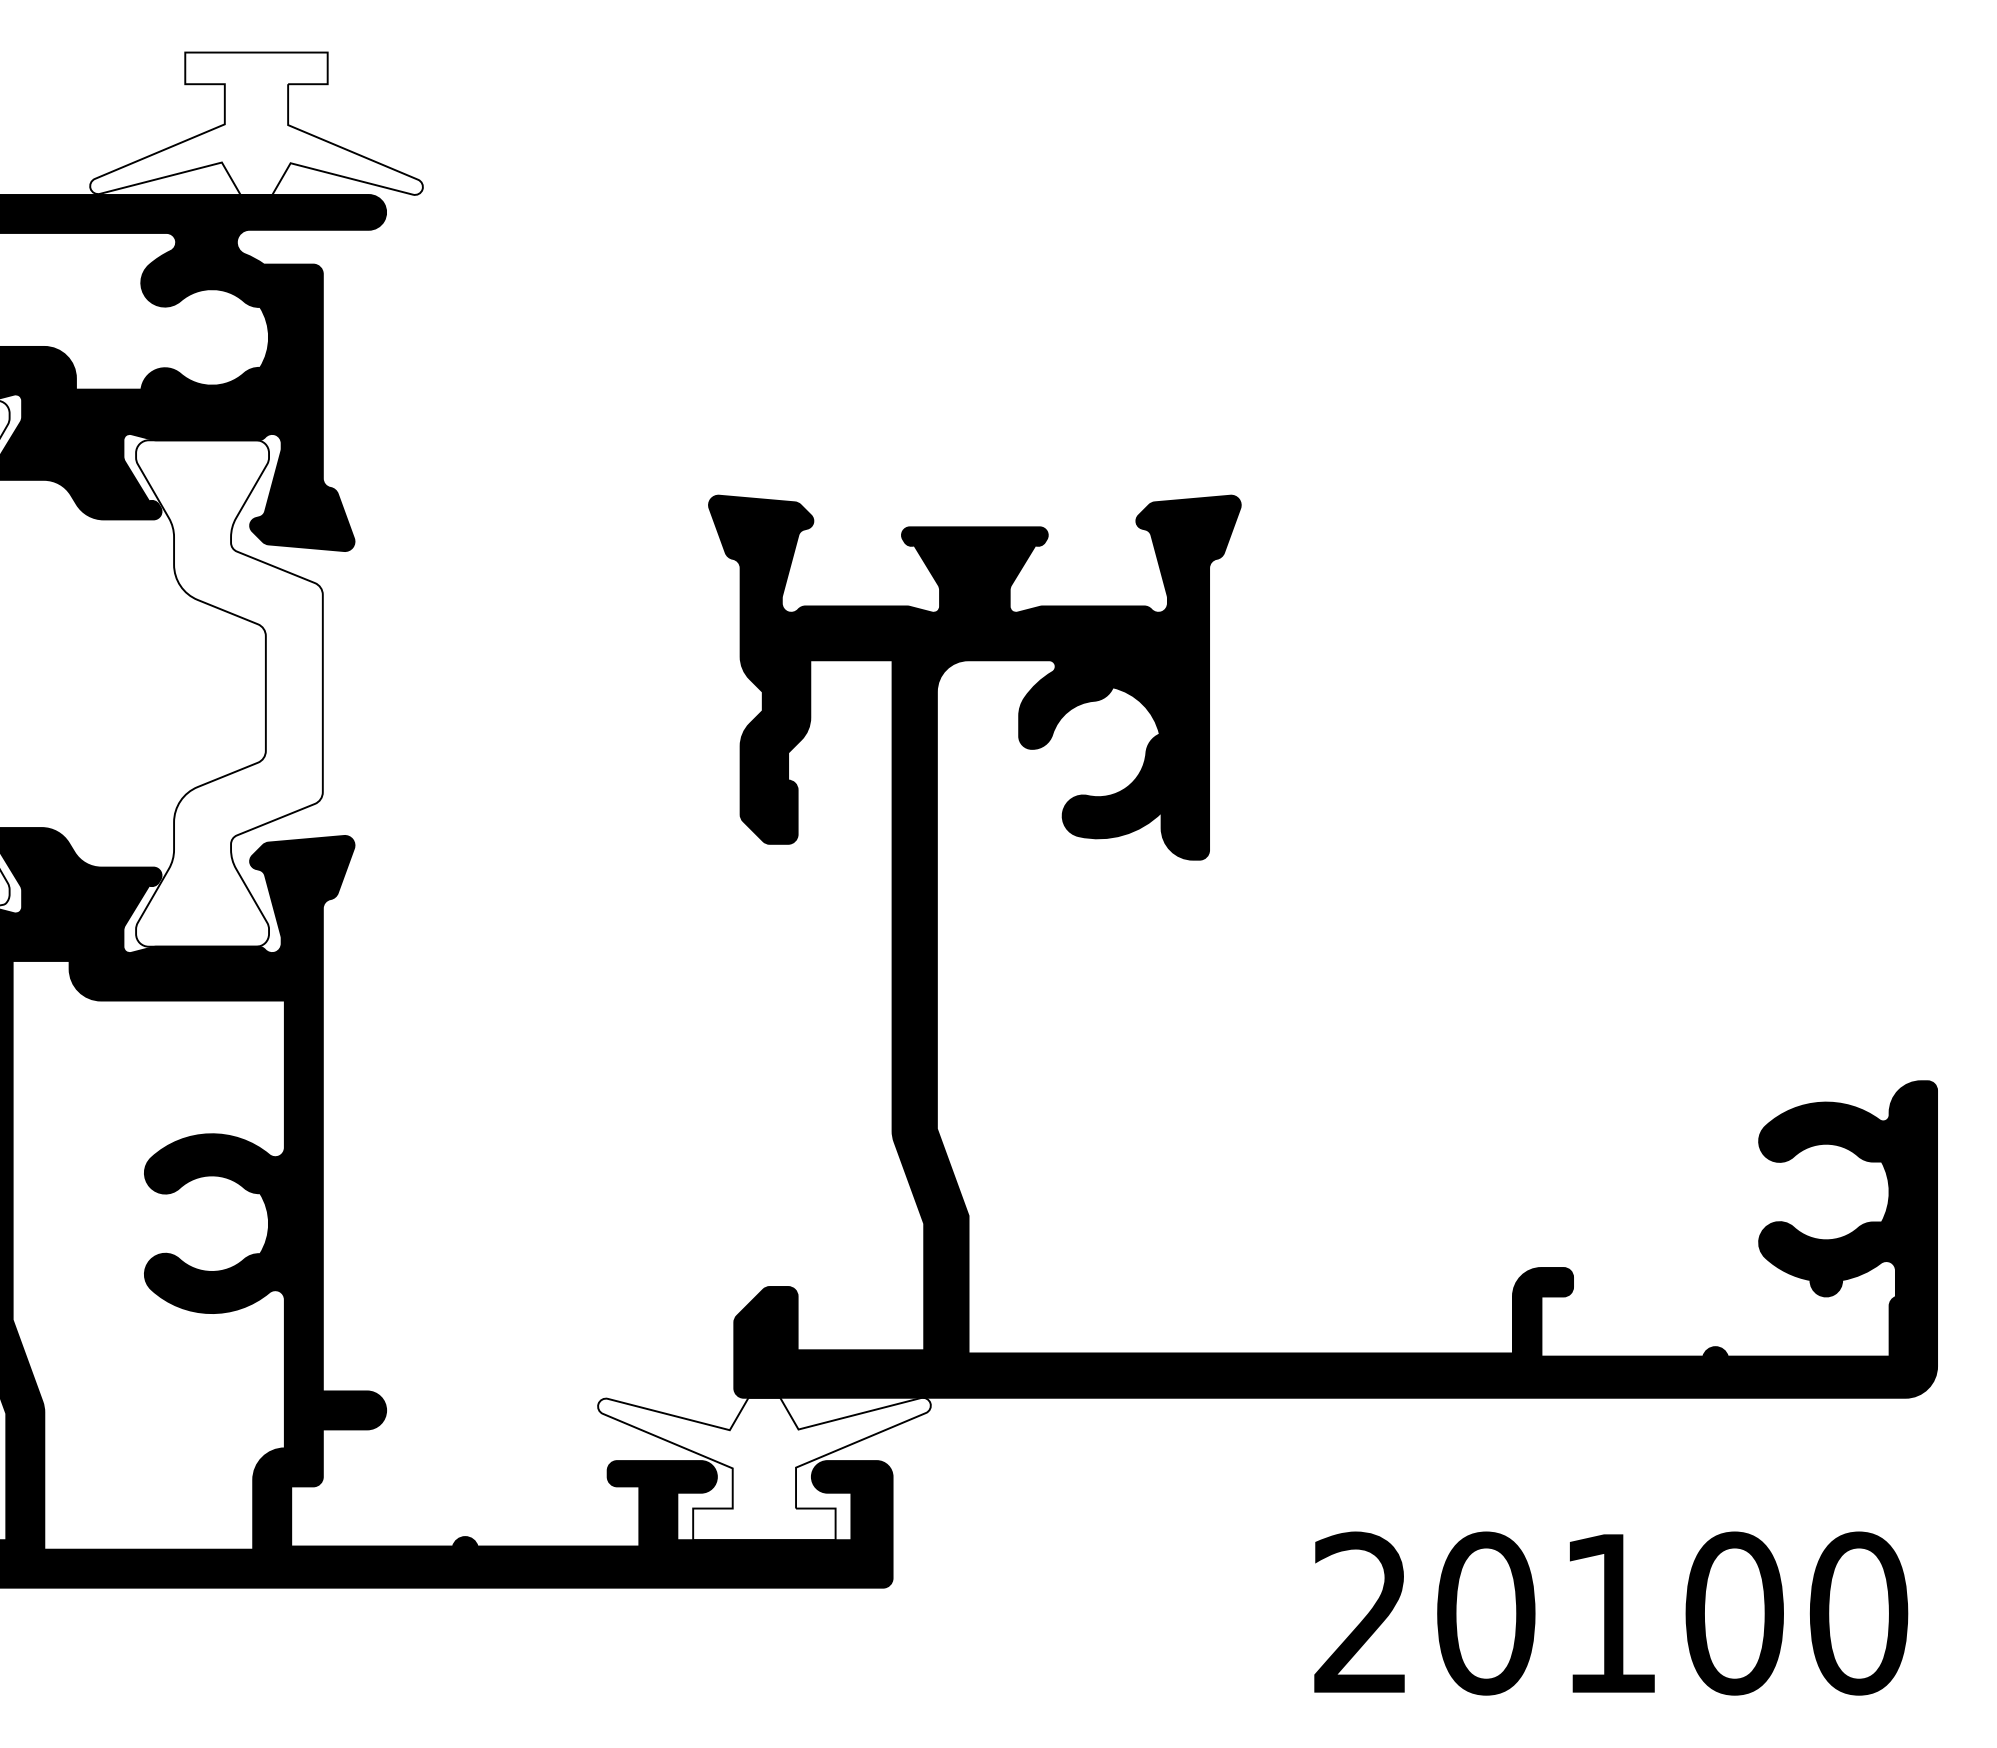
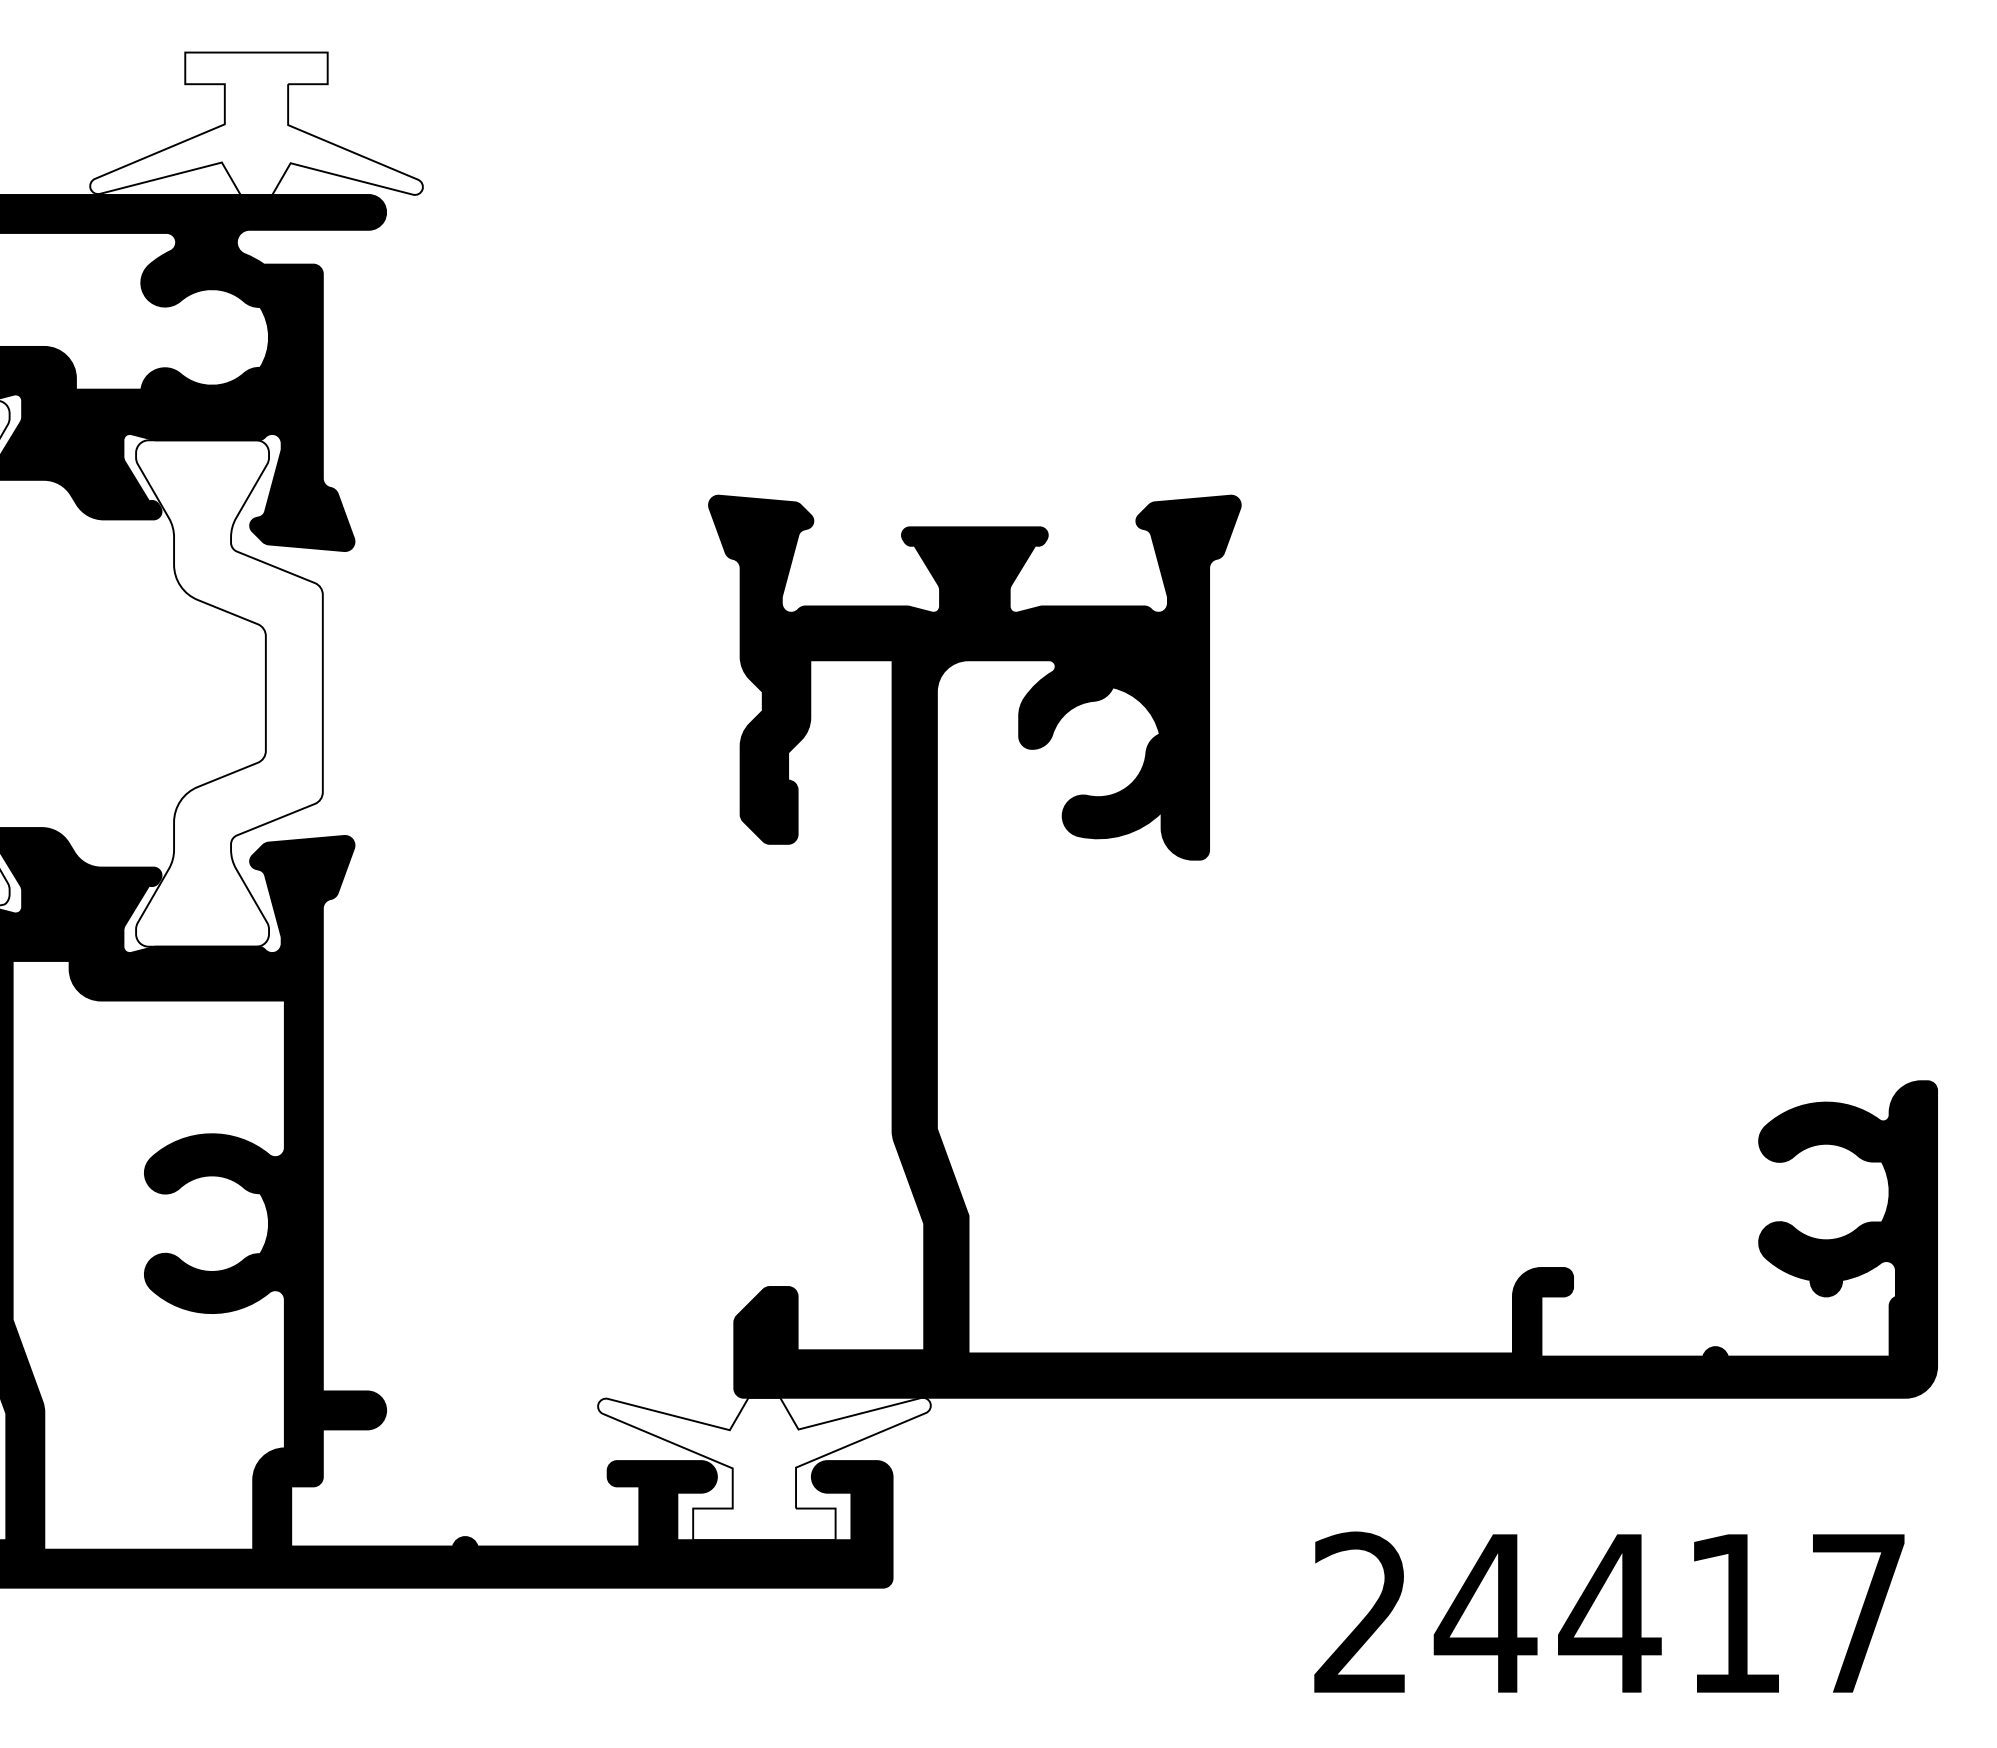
text at (1670, 1613): 20100 -> 24417
